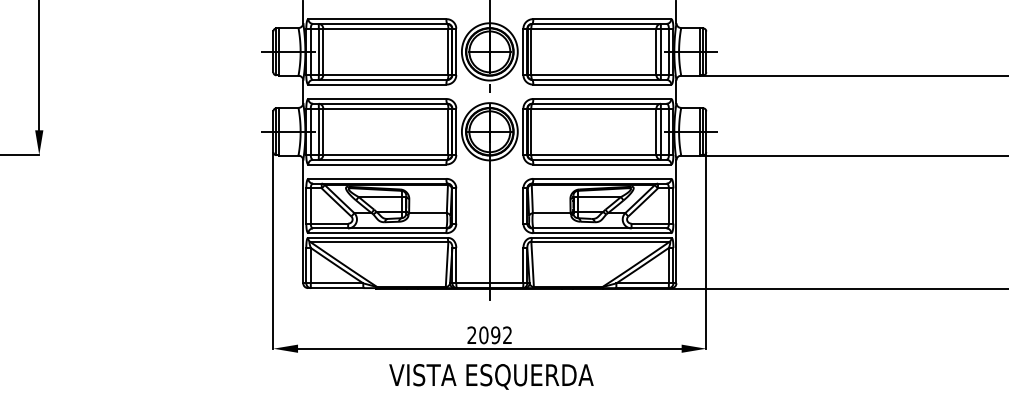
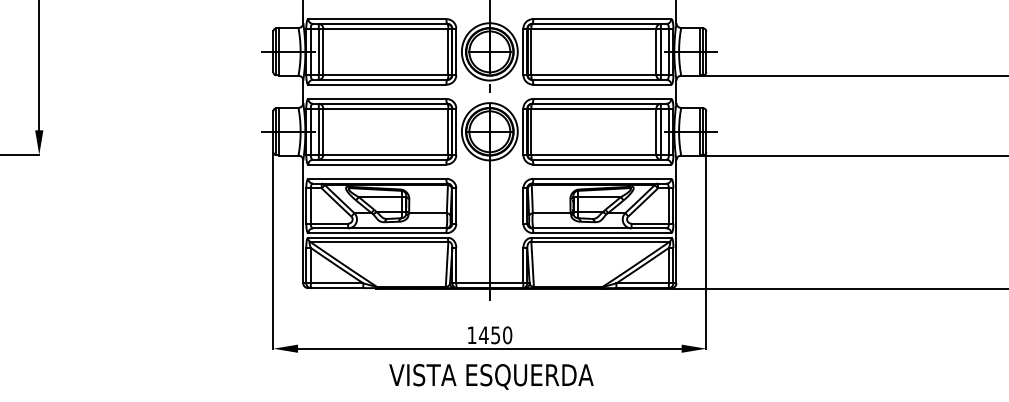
text at (489, 335): 2092 -> 1450
